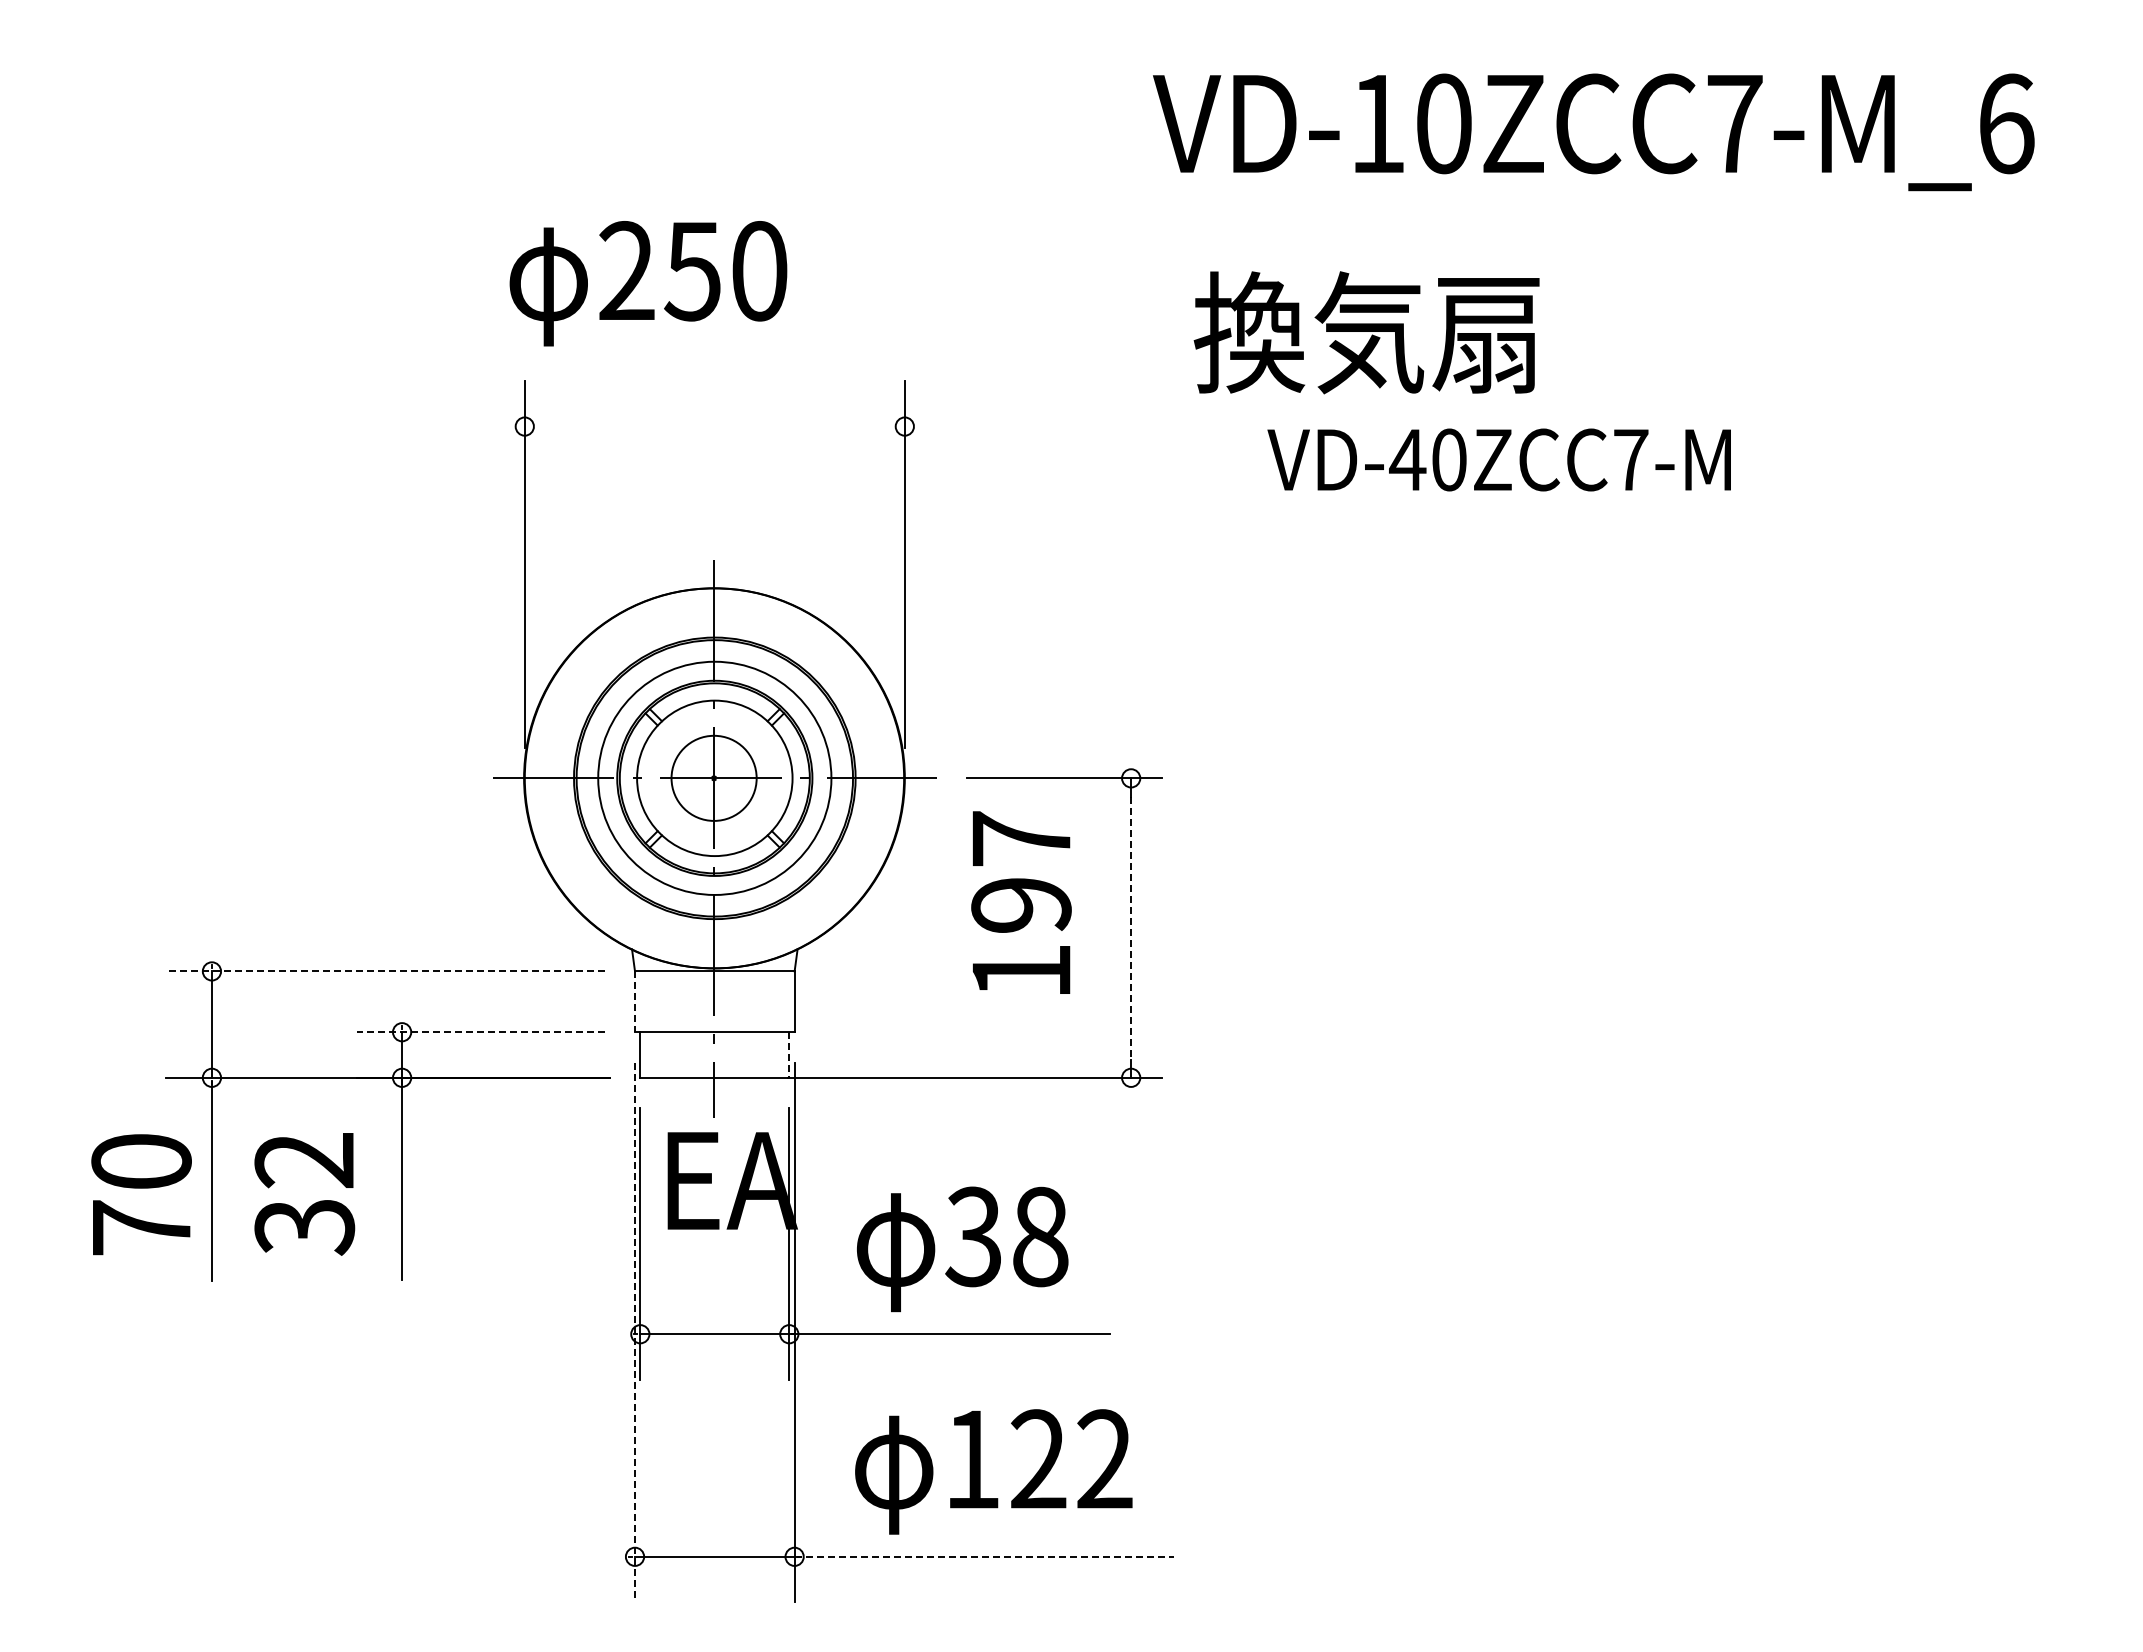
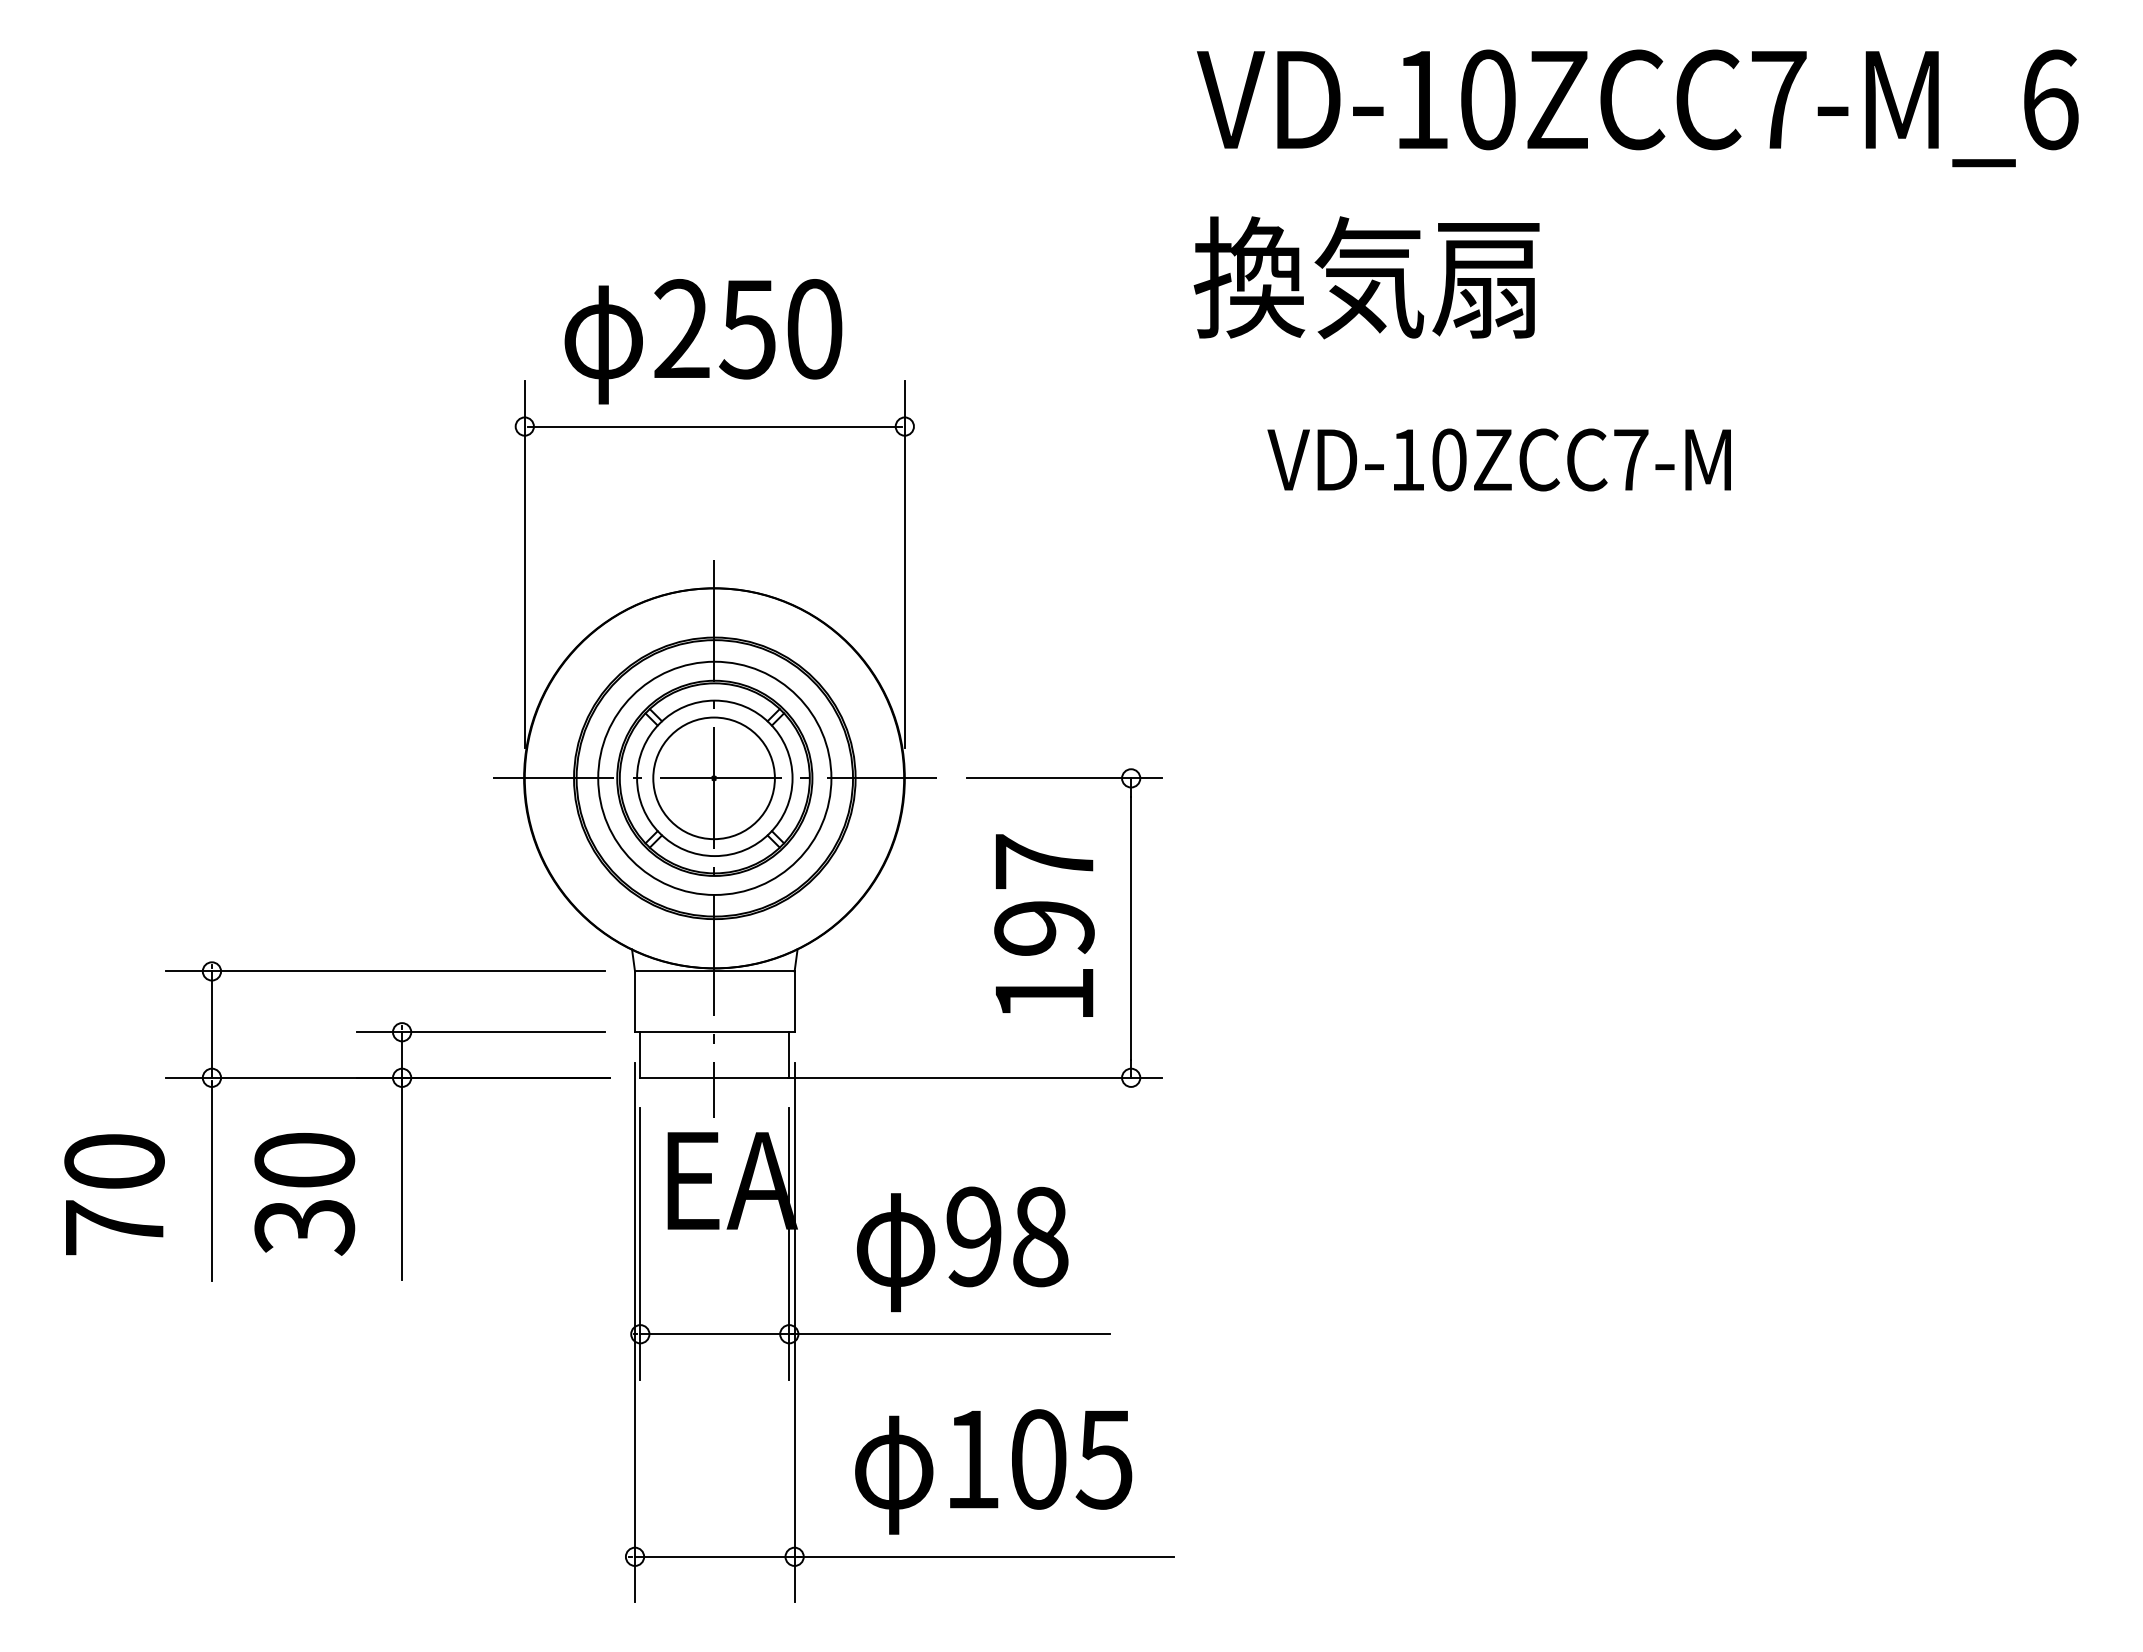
text at (1593, 132) position: (1593, 132) -> (1637, 108)
text at (648, 283) position: (648, 283) -> (703, 341)
text at (1366, 332) position: (1366, 332) -> (1366, 277)
line at (714, 426): none -> present
text at (1407, 459): VD-40ZCC7-M -> VD-10ZCC7-M
circle at (713, 777) diameter: 85 px -> 122 px
text at (1021, 902) position: (1021, 902) -> (1044, 925)
line at (1131, 928): dashed -> solid
line at (384, 971): dashed -> solid
line at (635, 1002): dashed -> solid
line at (480, 1032): dashed -> solid
line at (789, 1055): dashed -> solid
text at (304, 1160): 32 -> 30
text at (141, 1194) position: (141, 1194) -> (114, 1194)
text at (973, 1236): 38 -> 98
line at (635, 1332): dashed -> solid
text at (1071, 1459): 122 -> 105
line at (984, 1556): dashed -> solid
